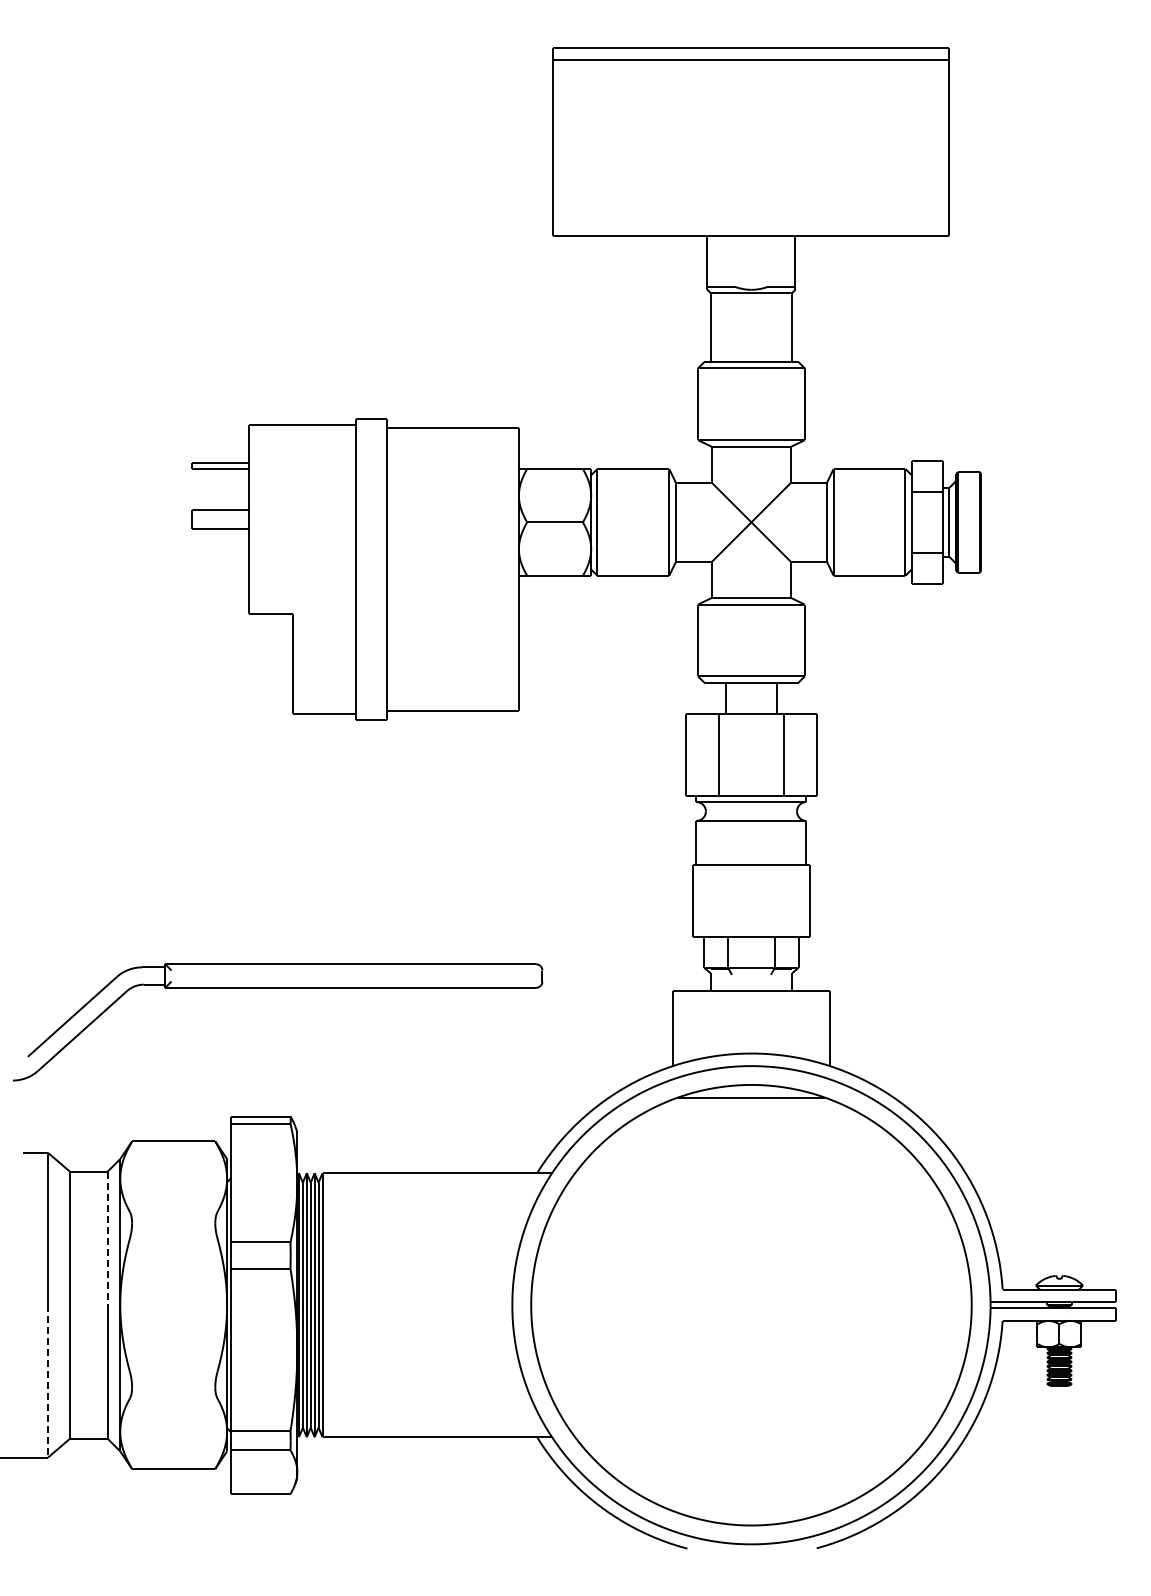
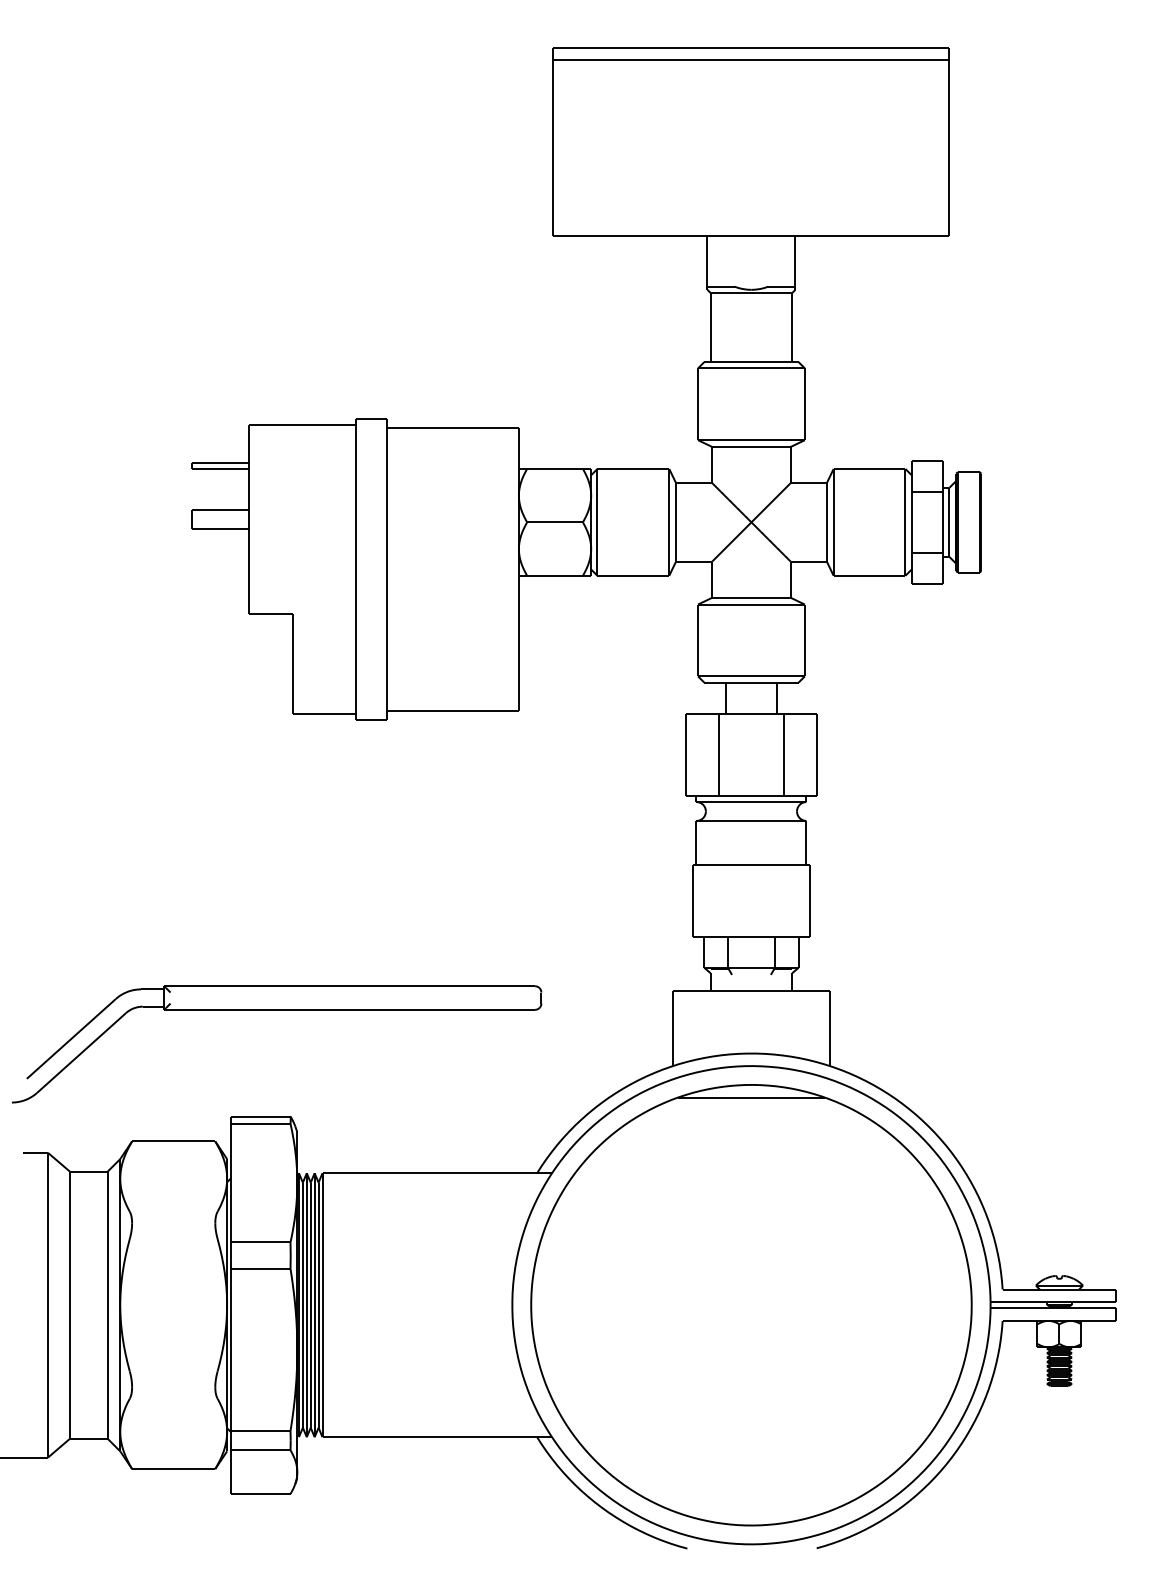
part at (278, 988) position: (278, 988) -> (277, 1010)
line at (107, 1238): dashed -> solid
line at (47, 1381): dashed -> solid
